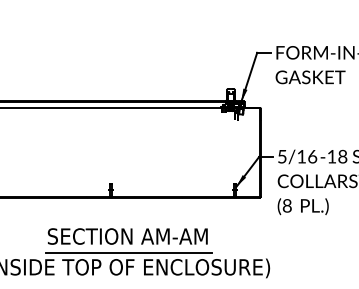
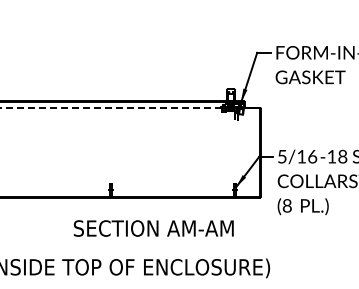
line at (111, 108): solid -> dashed
text at (127, 236) position: (127, 236) -> (153, 228)
line at (128, 252): present -> none
